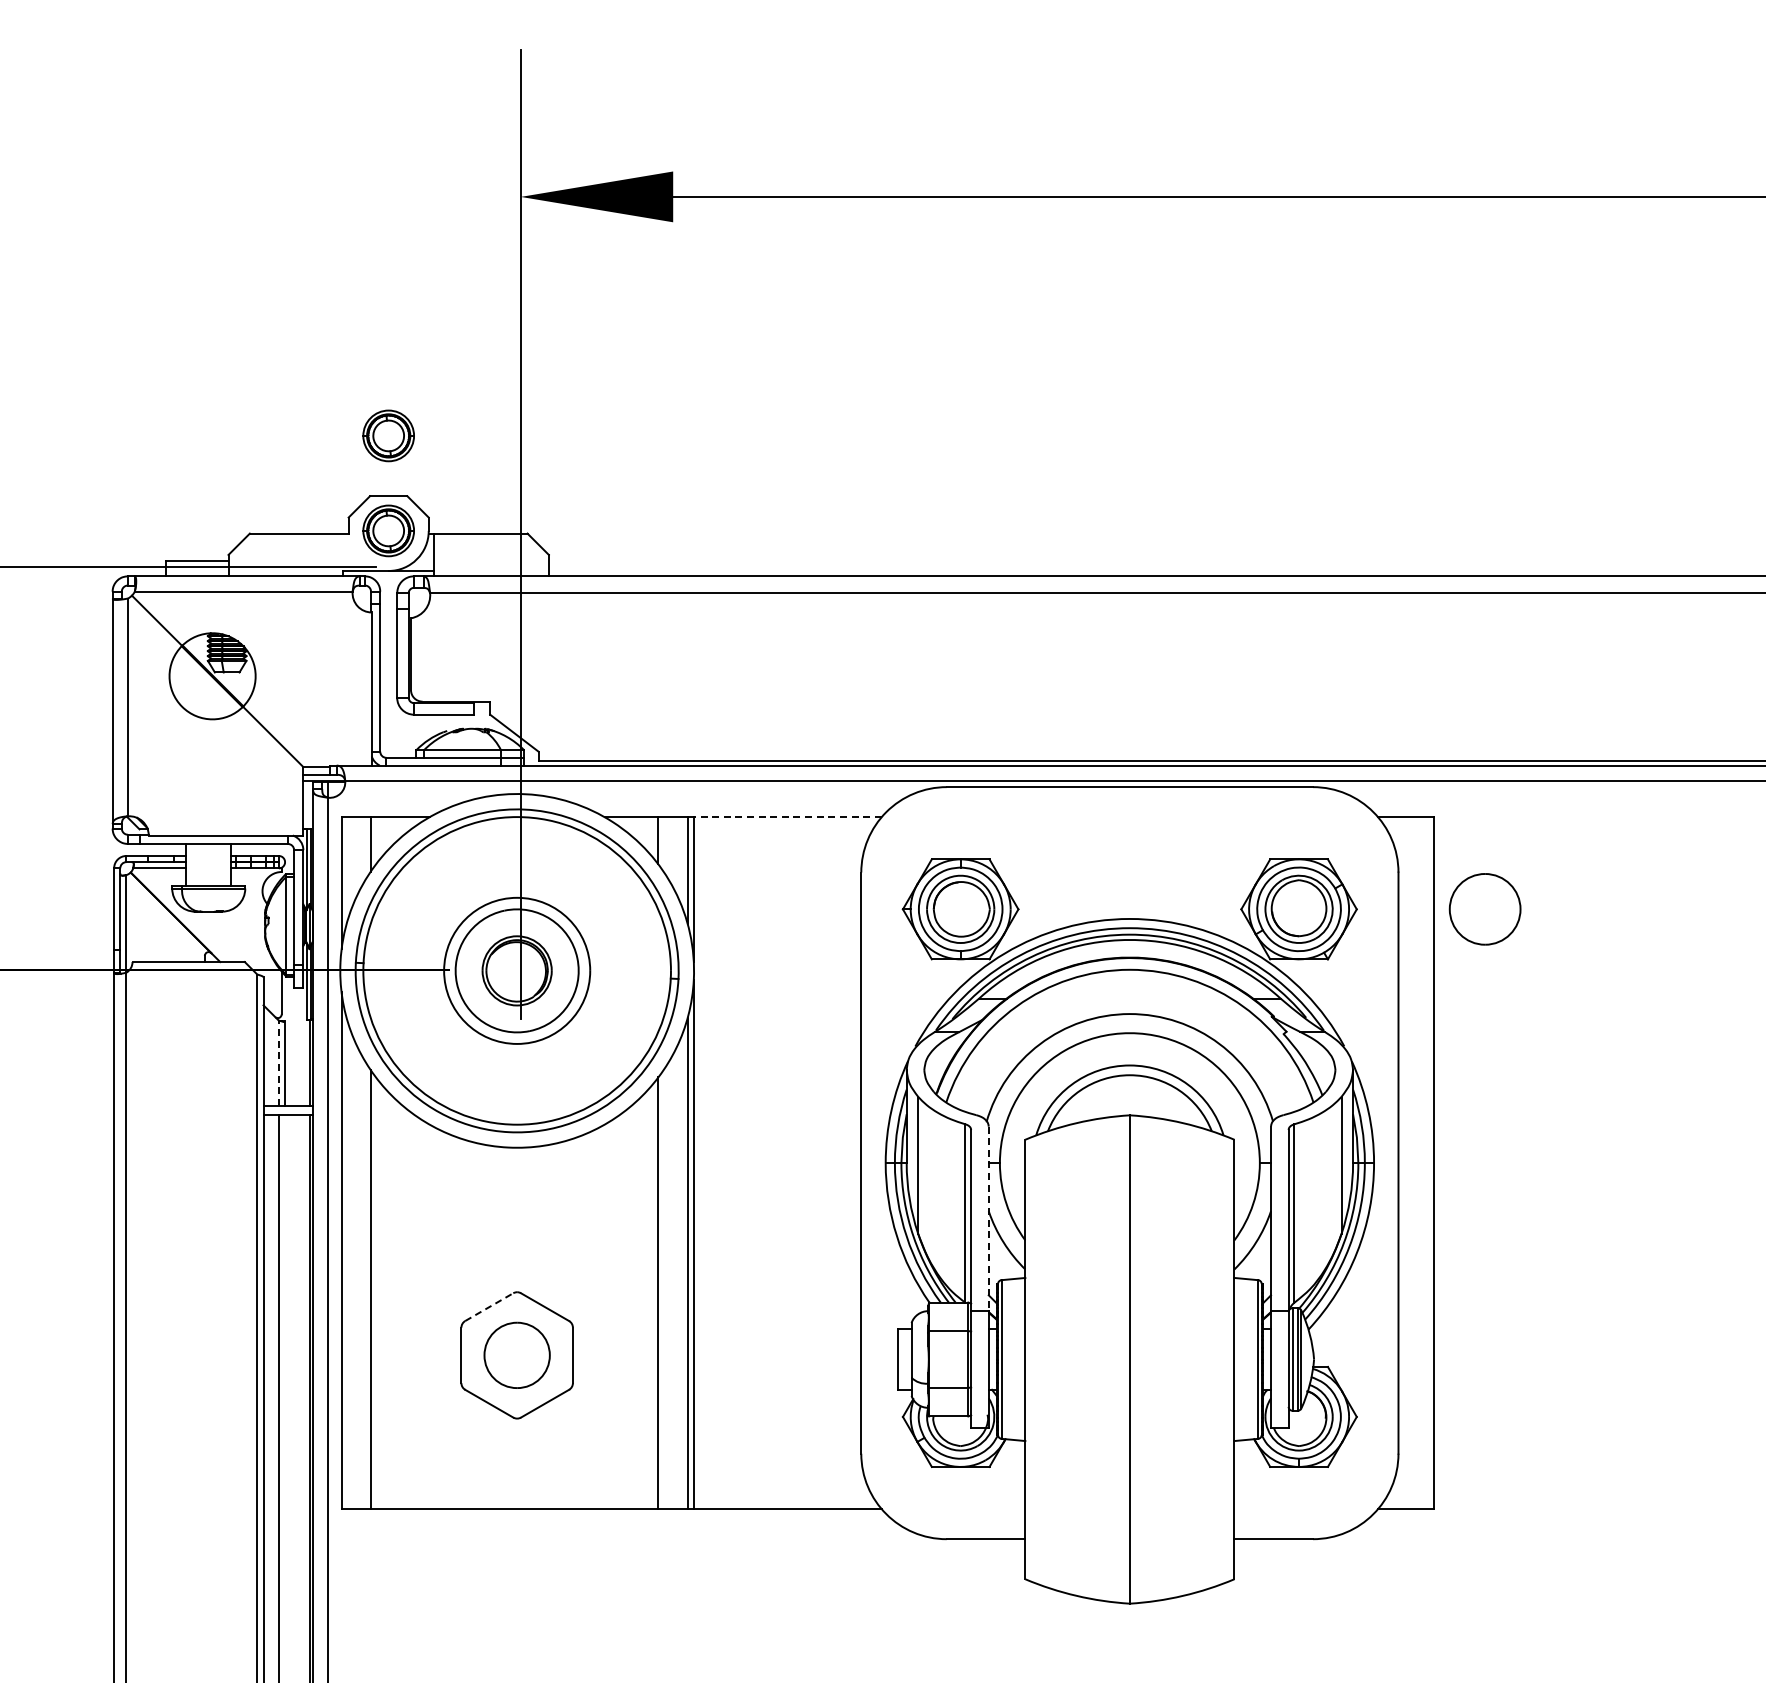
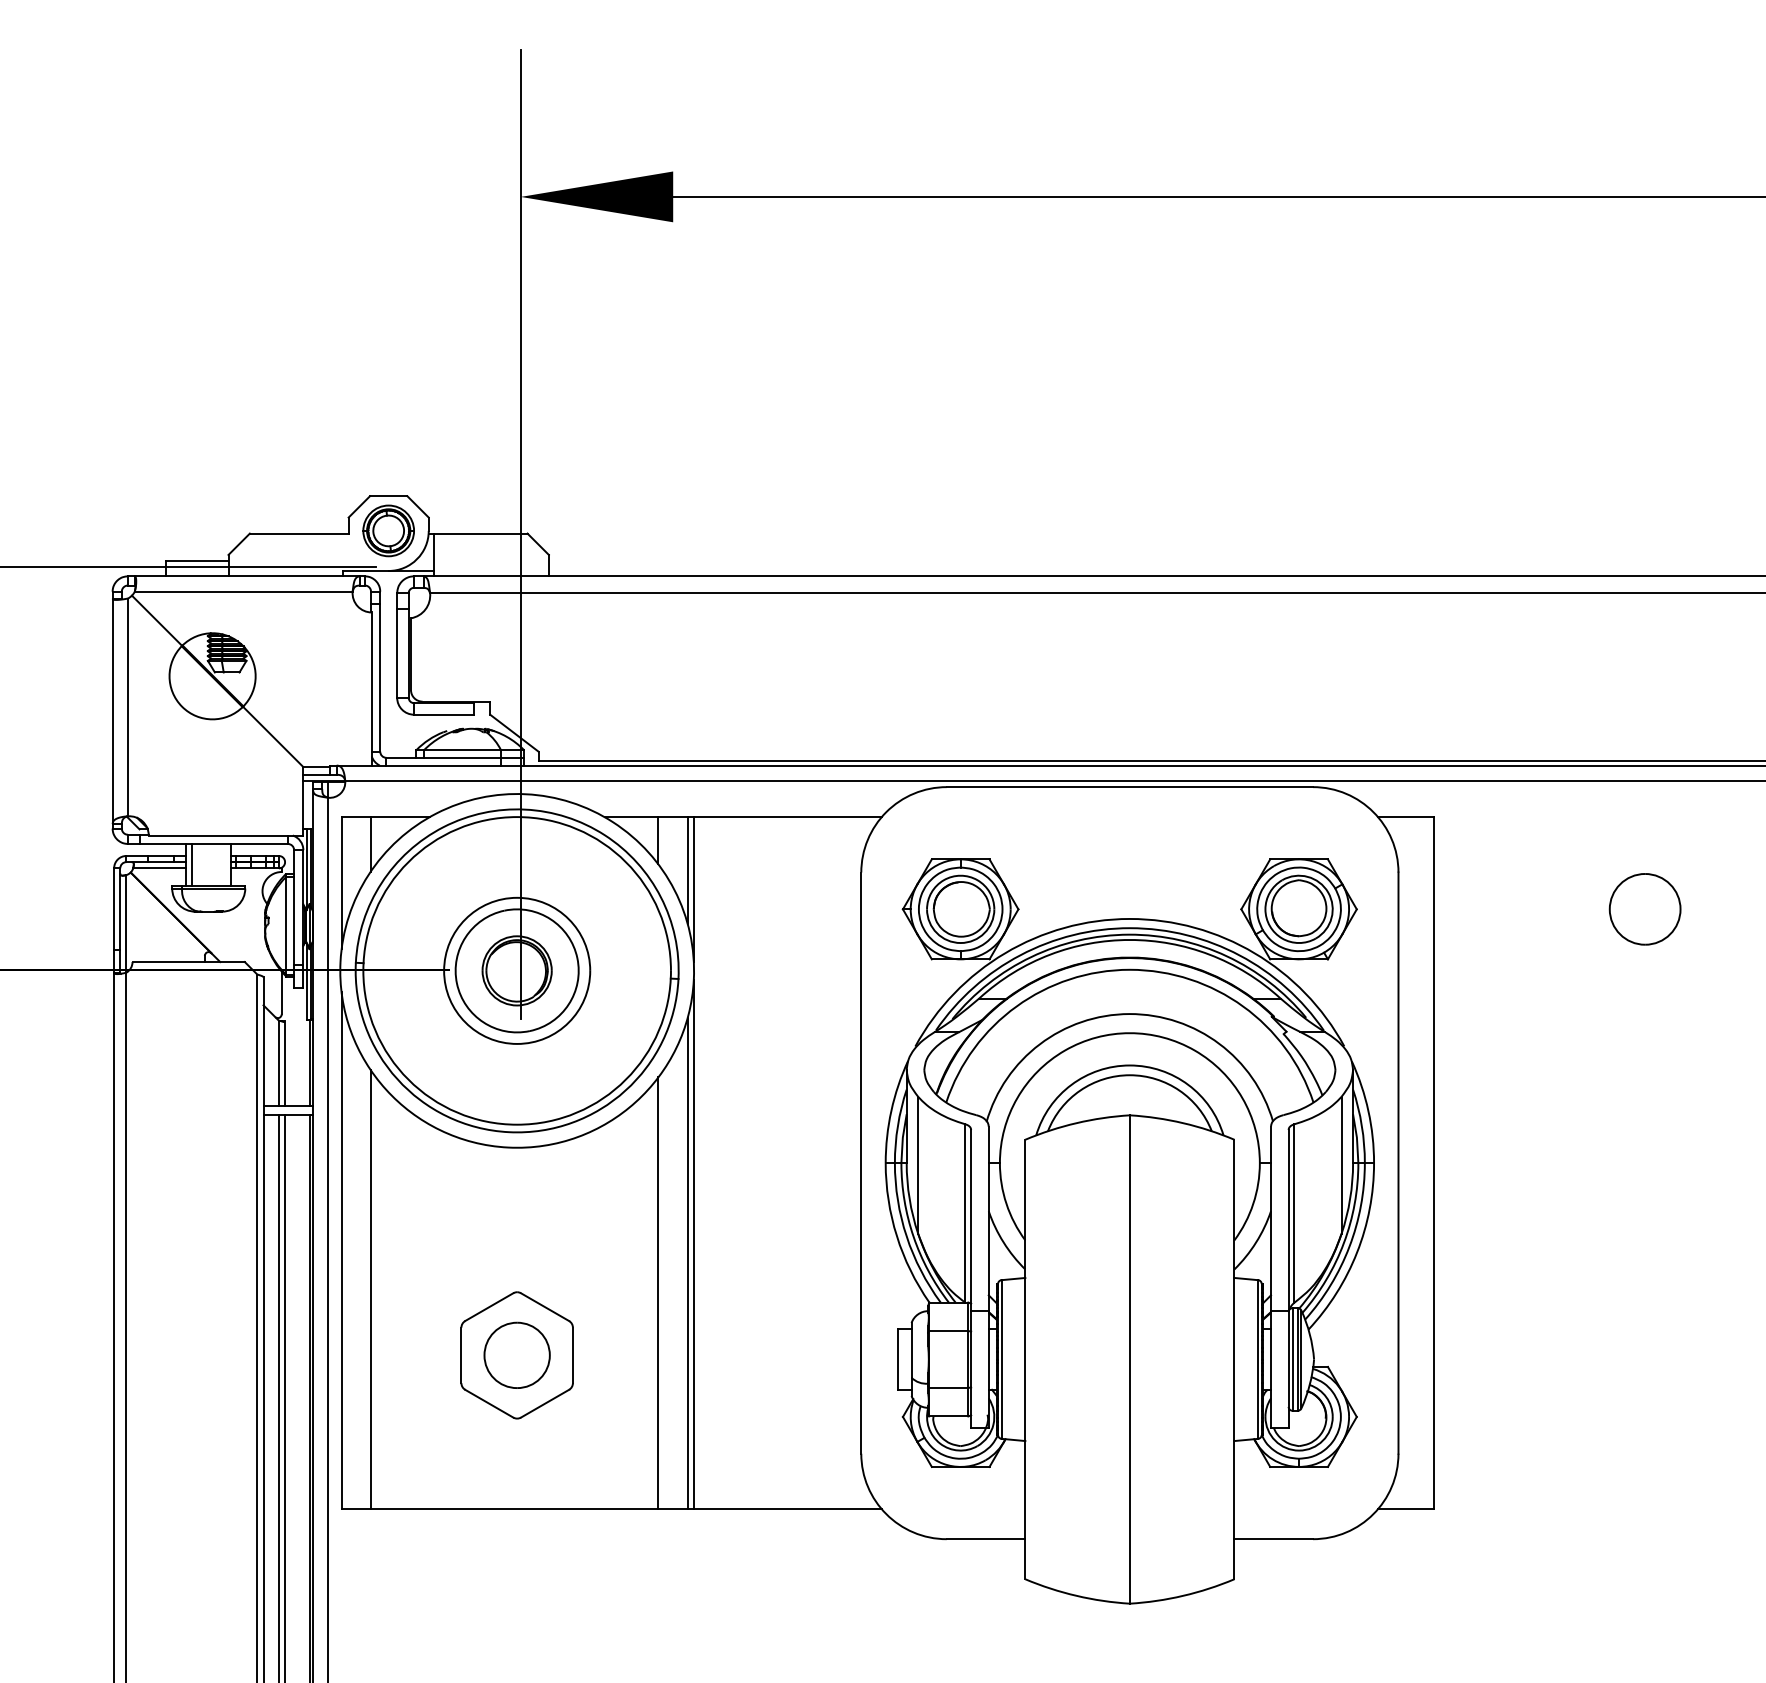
part at (388, 435): present -> none
line at (787, 817): dashed -> solid
line at (192, 864): none -> present
part at (1484, 909) position: (1484, 909) -> (1644, 909)
line at (278, 1063): dashed -> solid
line at (988, 1219): dashed -> solid
line at (489, 1307): dashed -> solid
line at (285, 1396): none -> present
